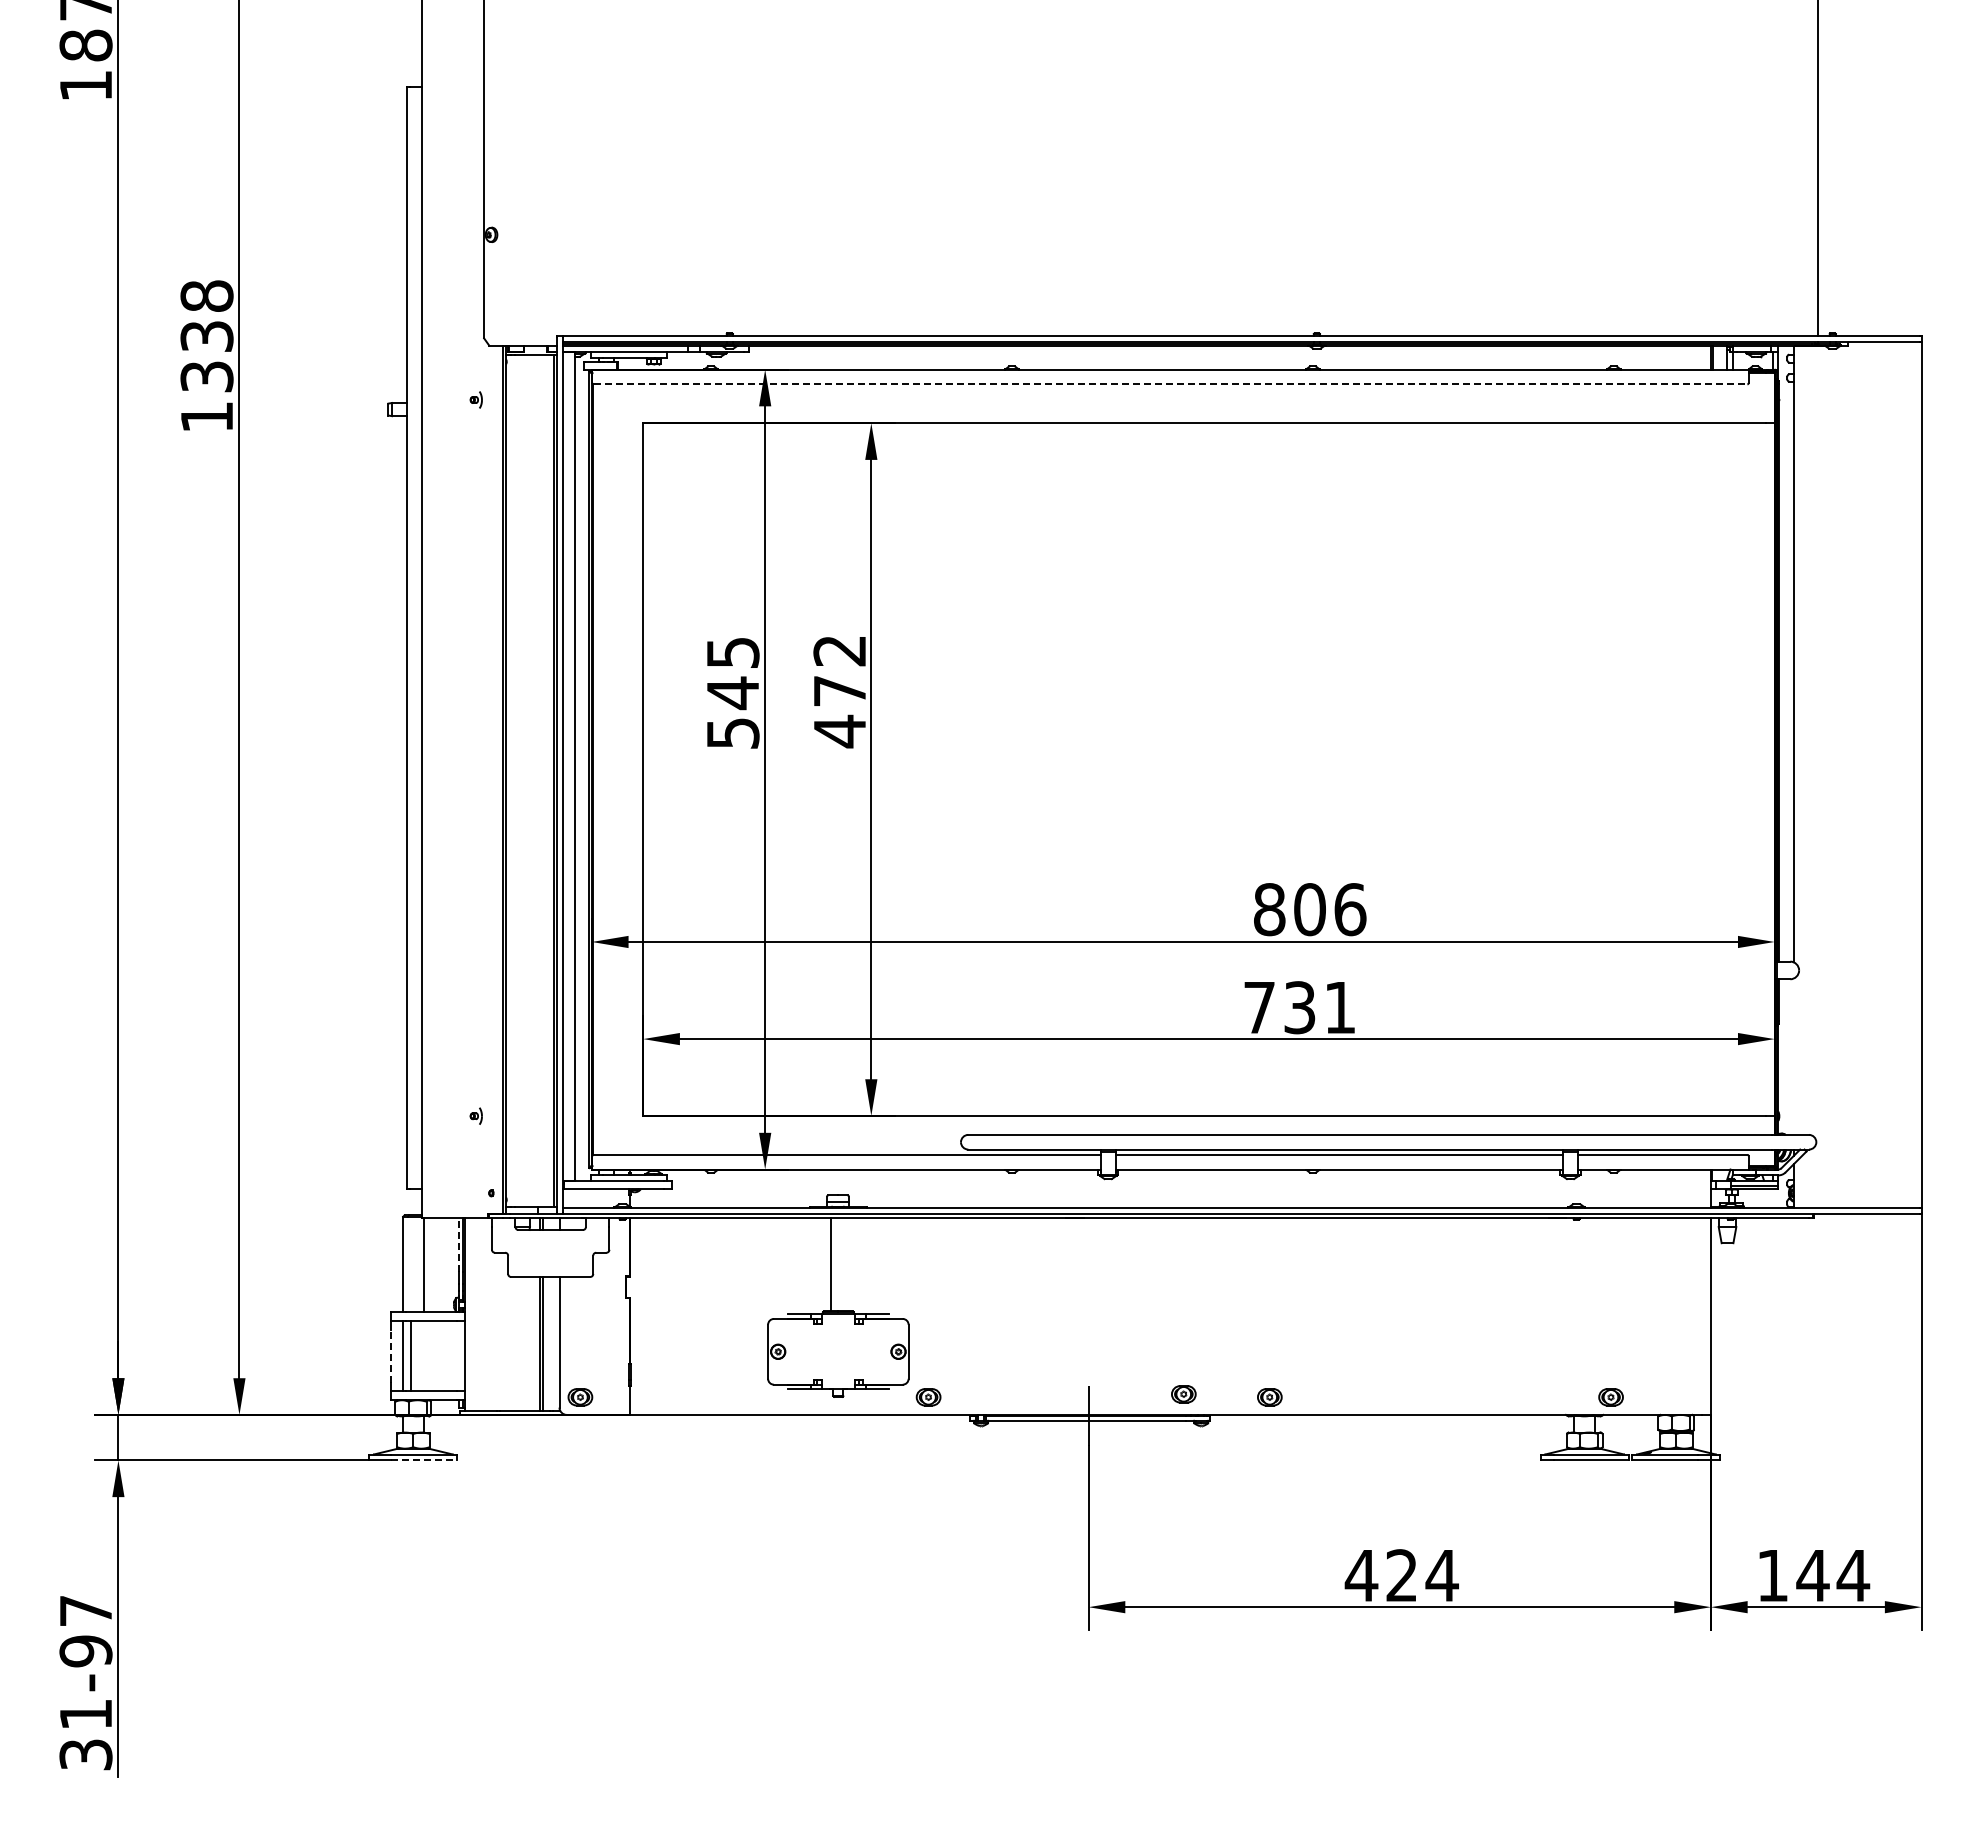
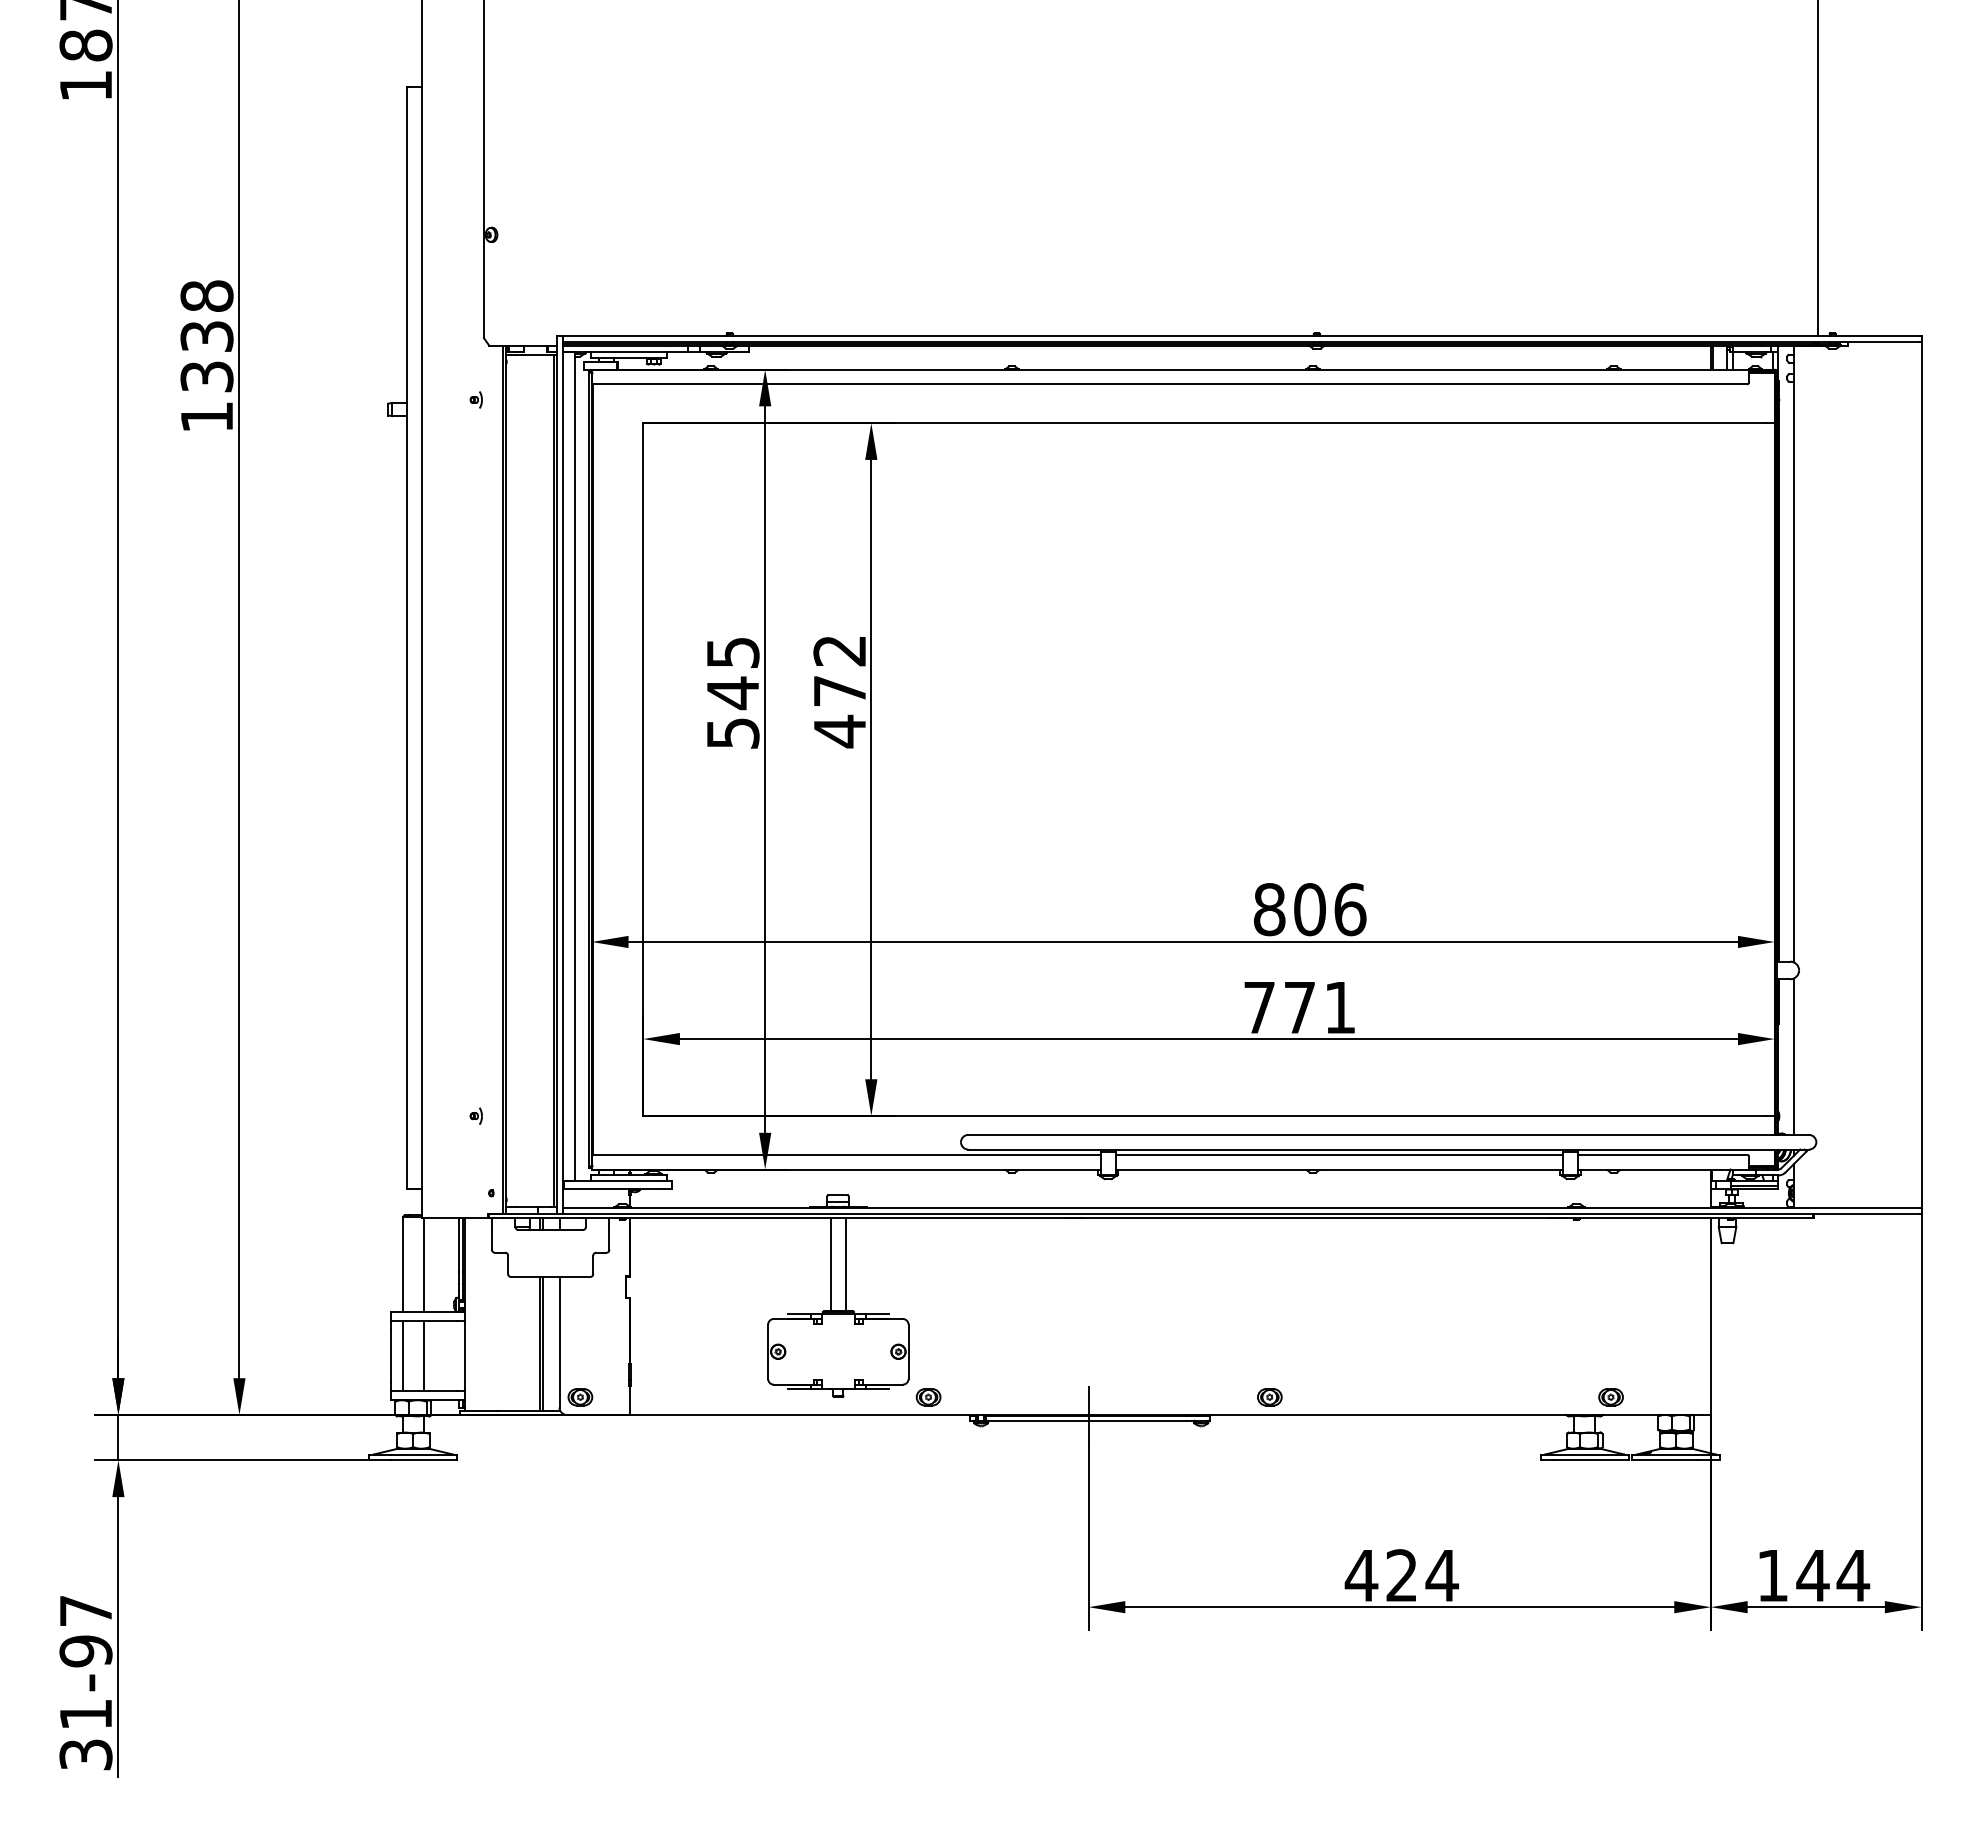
line at (1170, 384): dashed -> solid
text at (1299, 1007): 731 -> 771
line at (1793, 1056): none -> present
line at (458, 1245): dashed -> solid
line at (845, 1264): none -> present
line at (391, 1355): dashed -> solid
line at (410, 1356) position: (410, 1356) -> (423, 1356)
part at (1183, 1394): present -> none
line at (424, 1460): dashed -> solid
